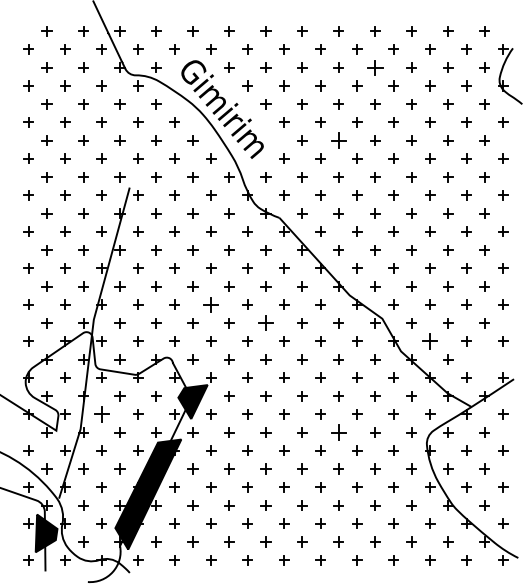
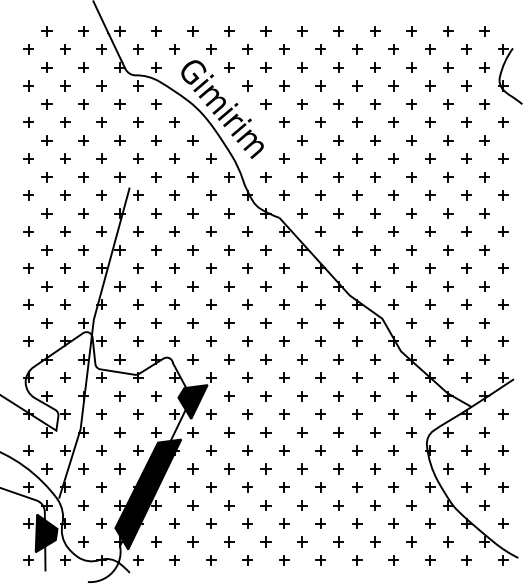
part at (375, 67) size: 17x16 px -> 11x11 px
part at (338, 140) size: 16x17 px -> 11x11 px
part at (210, 304) size: 16x16 px -> 11x11 px
part at (265, 322) size: 16x16 px -> 12x11 px
part at (429, 341) size: 16x17 px -> 11x11 px
part at (484, 359): none -> present
part at (101, 414) size: 16x17 px -> 11x11 px
part at (338, 432) size: 16x17 px -> 11x11 px
